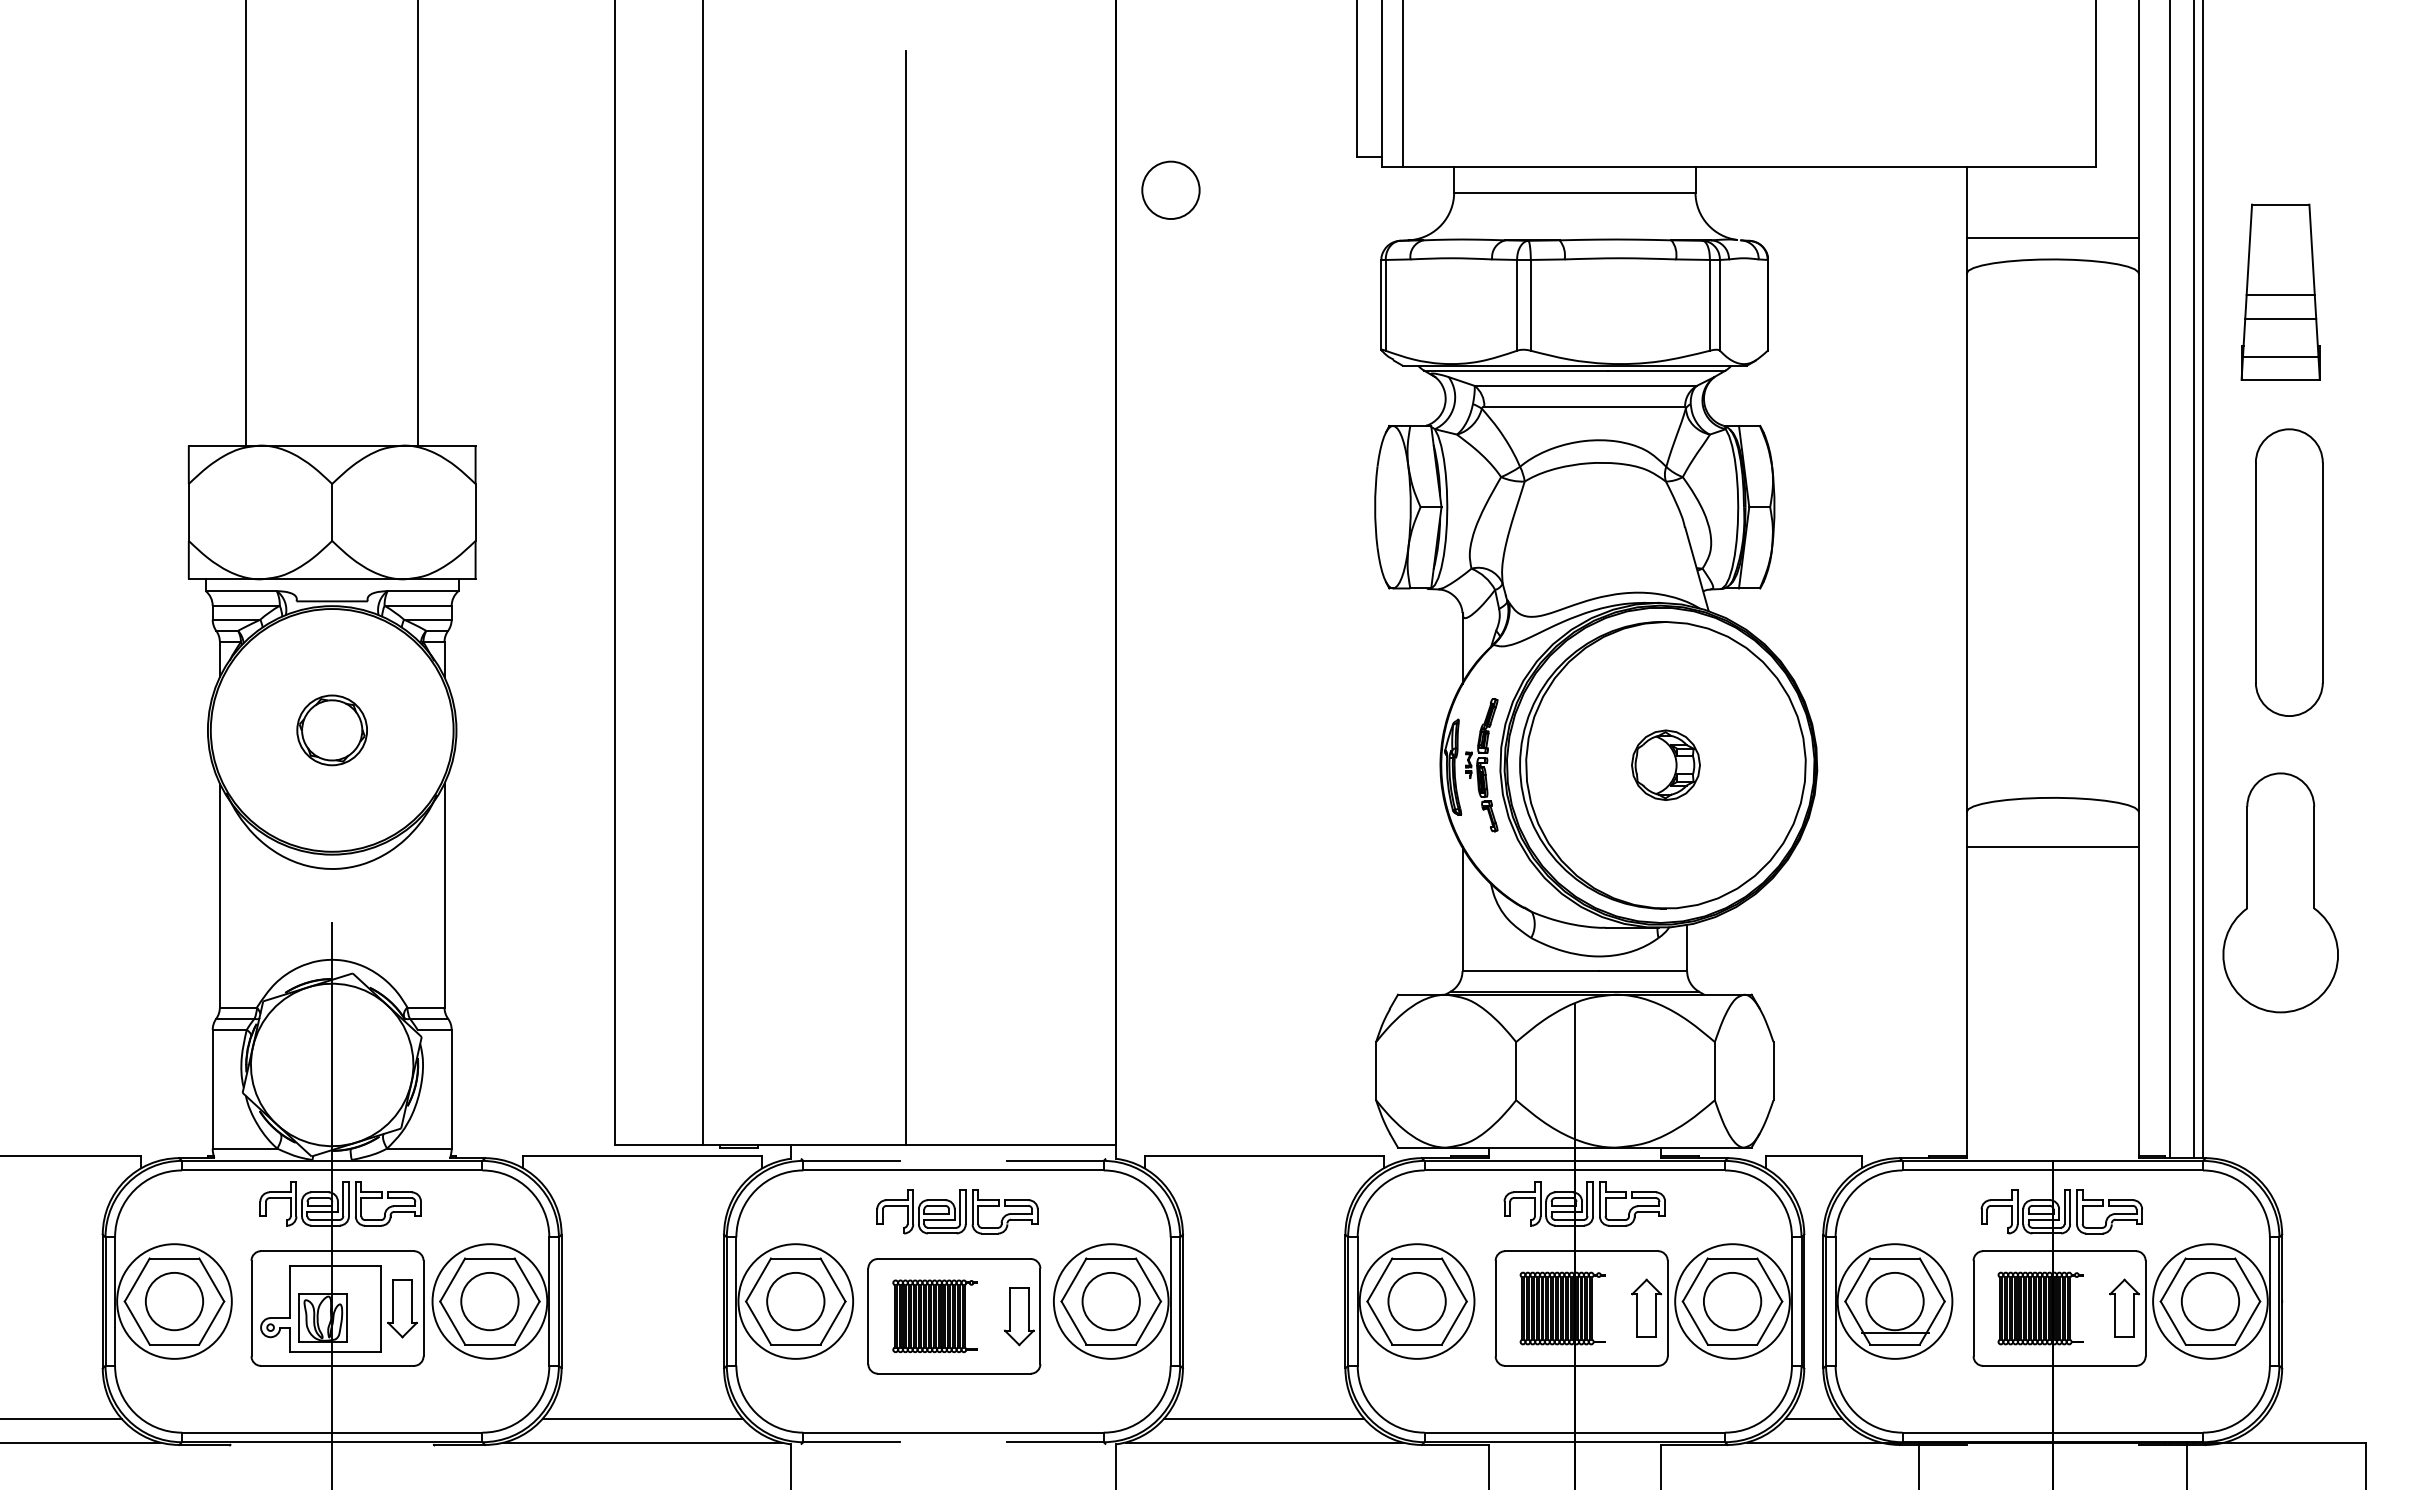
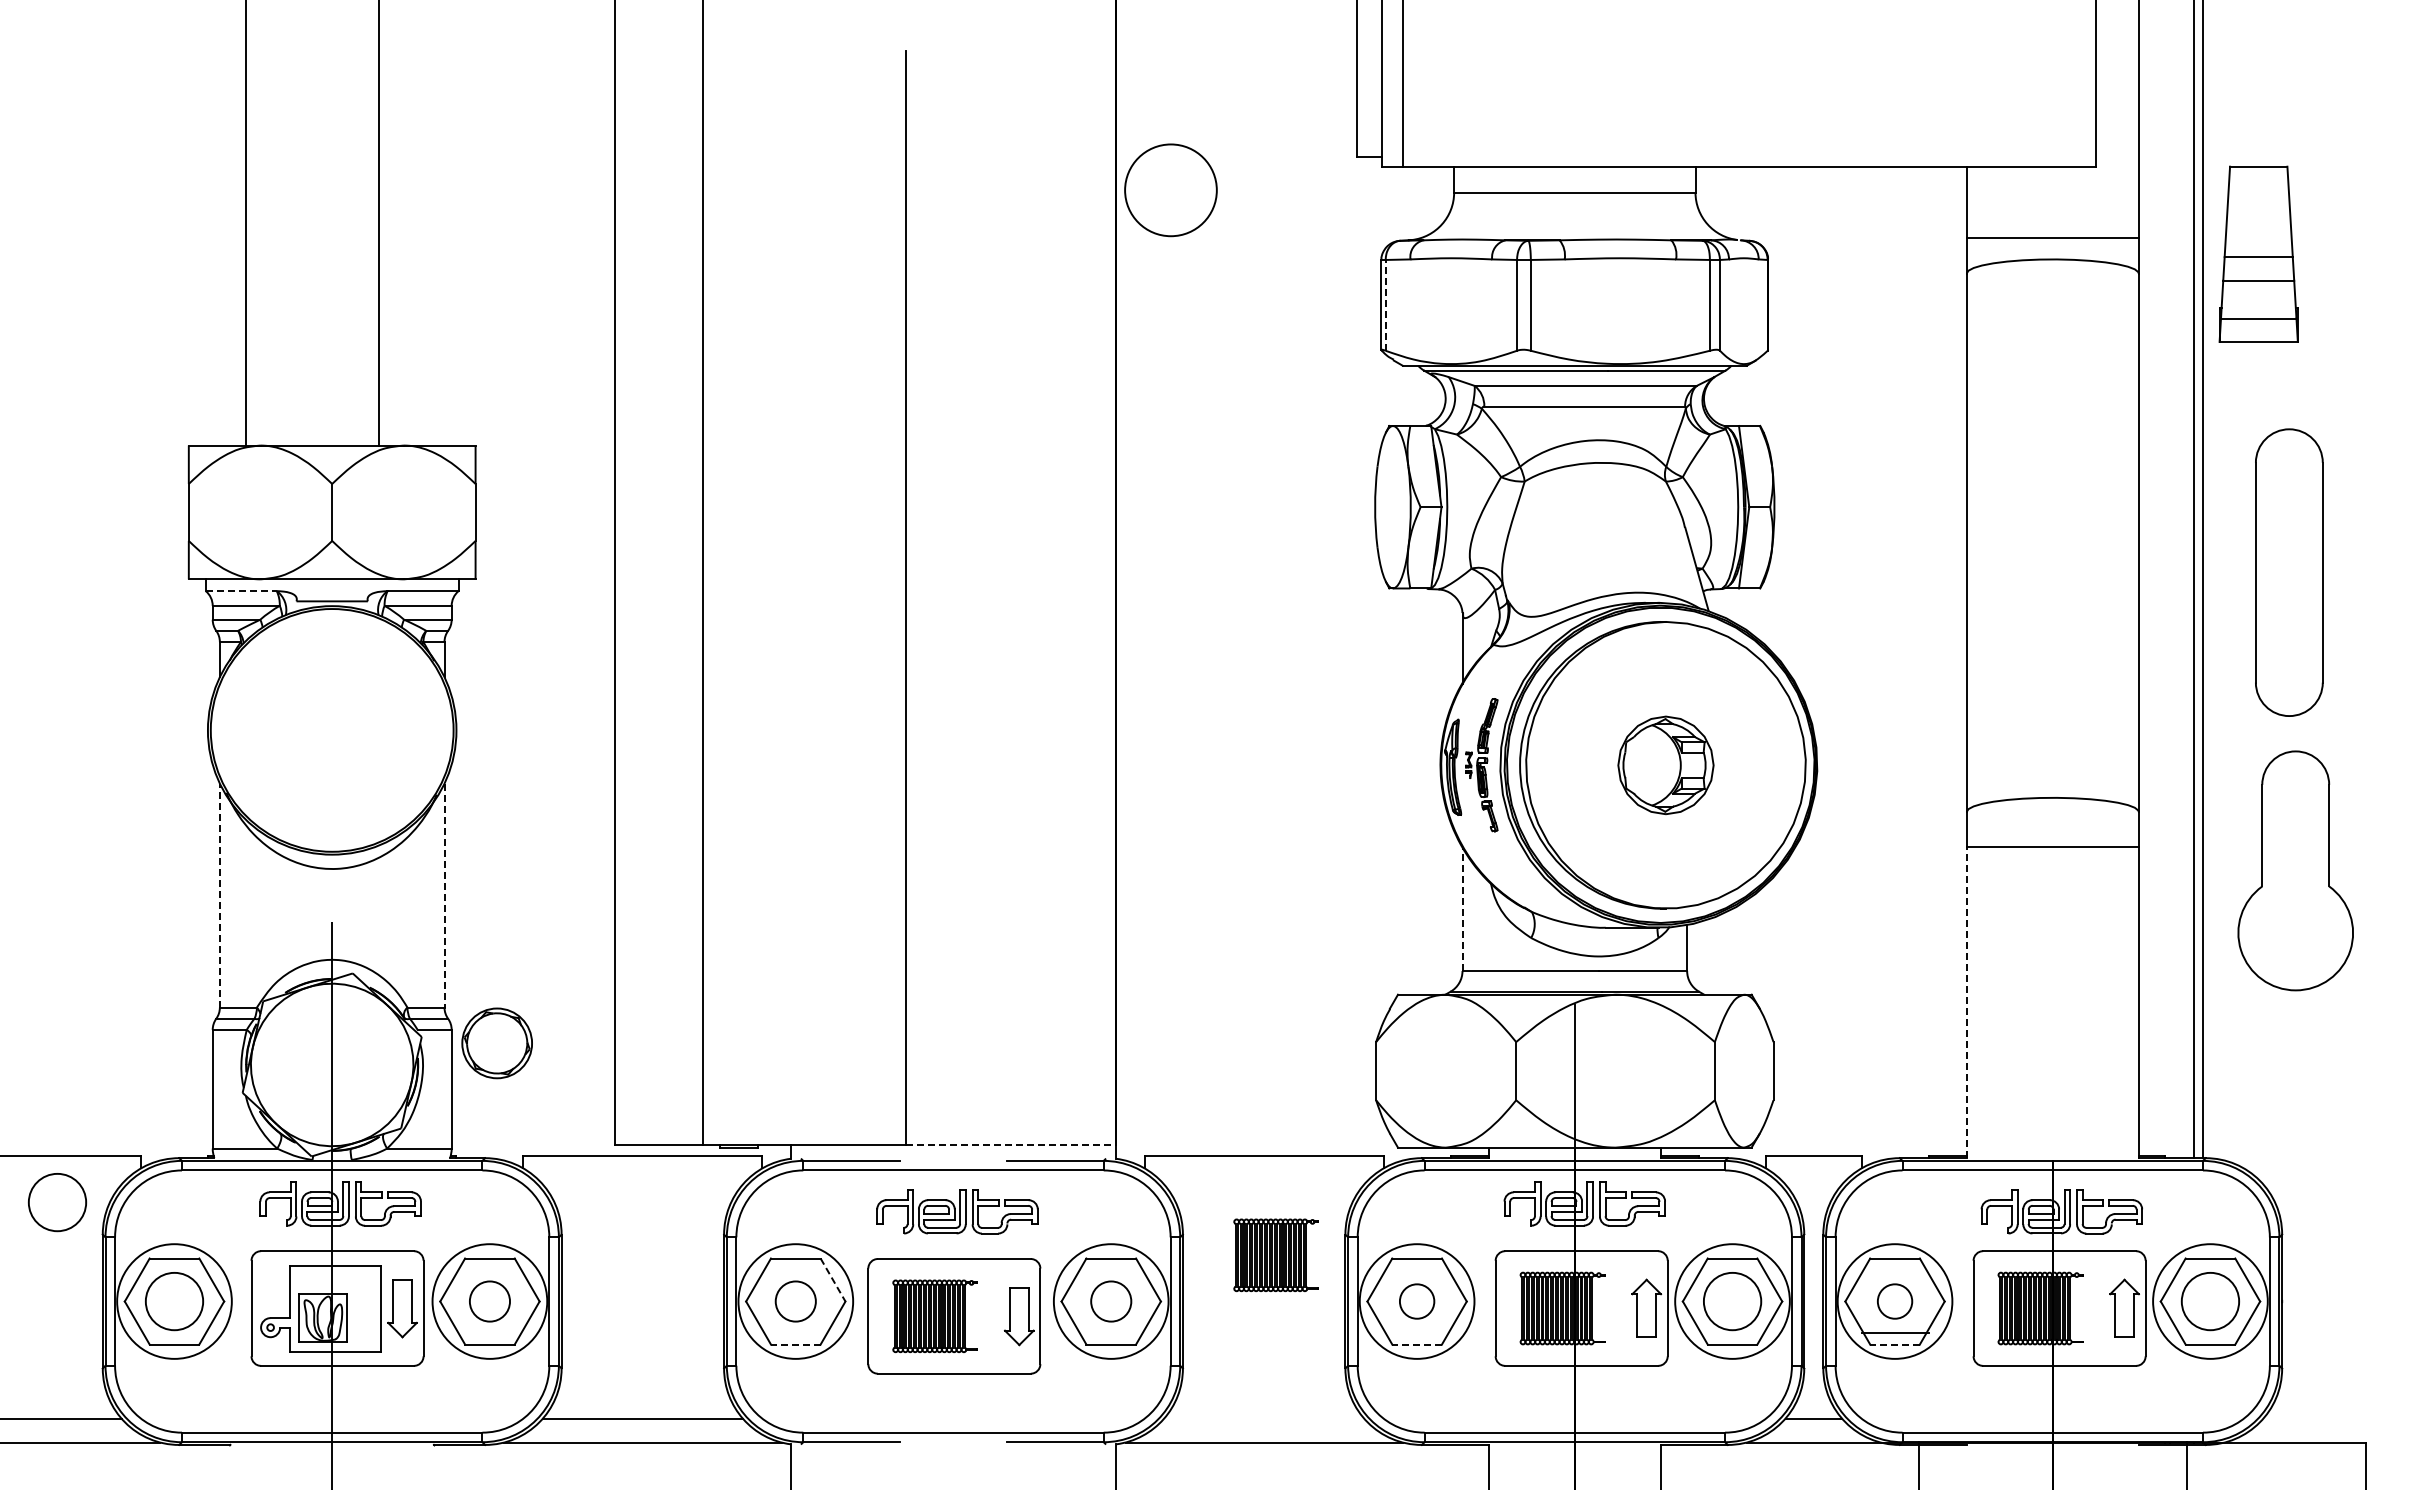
circle at (1170, 190) diameter: 57 px -> 92 px
line at (418, 223) position: (418, 223) -> (379, 223)
part at (2280, 291) position: (2280, 291) -> (2258, 253)
line at (1385, 304): solid -> dashed
line at (2169, 580): present -> none
line at (241, 591): solid -> dashed
part at (331, 730) position: (331, 730) -> (496, 1043)
part at (1665, 764) size: 70x72 px -> 98x101 px
part at (2280, 892) position: (2280, 892) -> (2295, 870)
line at (219, 895): solid -> dashed
line at (444, 896): solid -> dashed
line at (1462, 909): solid -> dashed
line at (1966, 1002): solid -> dashed
line at (1011, 1145): solid -> dashed
circle at (57, 1202): none -> present
part at (1275, 1255): none -> present
line at (833, 1280): solid -> dashed
circle at (489, 1301) diameter: 57 px -> 40 px
circle at (795, 1301) diameter: 57 px -> 40 px
circle at (1110, 1301) diameter: 57 px -> 40 px
circle at (1416, 1301) diameter: 57 px -> 34 px
circle at (1894, 1301) diameter: 57 px -> 34 px
line at (795, 1344): solid -> dashed
line at (1417, 1344): solid -> dashed
line at (1895, 1344): solid -> dashed
line at (1264, 1418): present -> none
